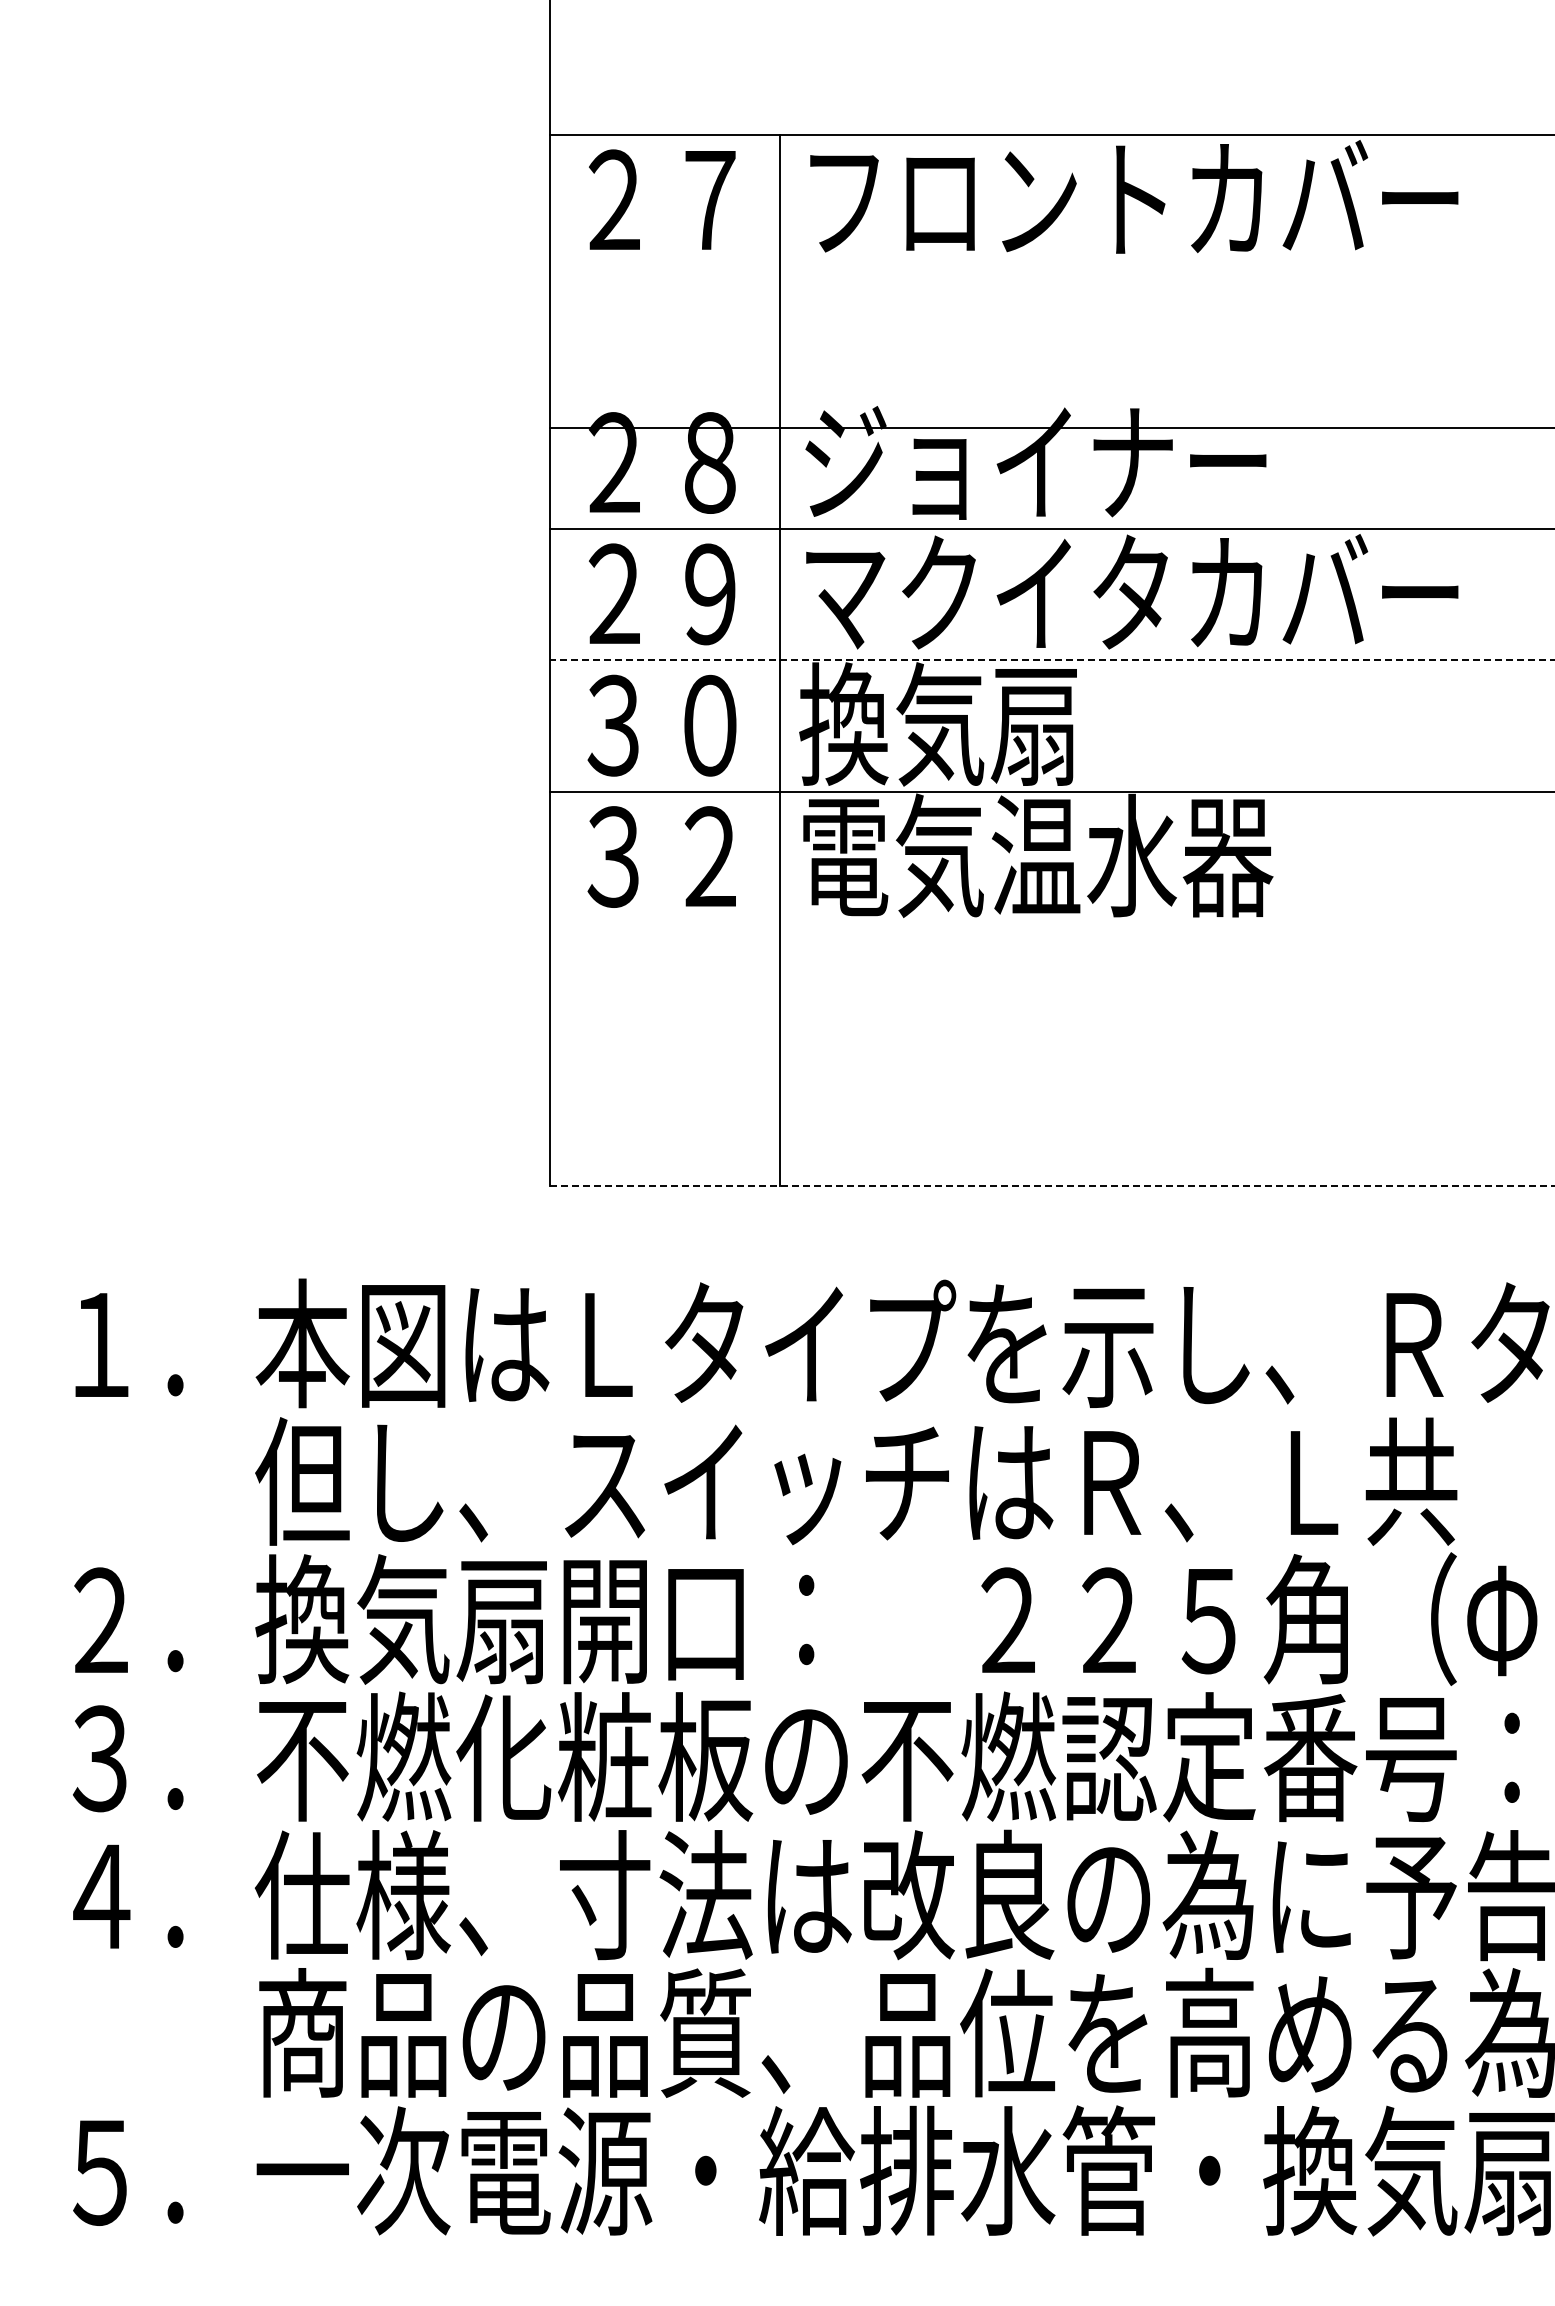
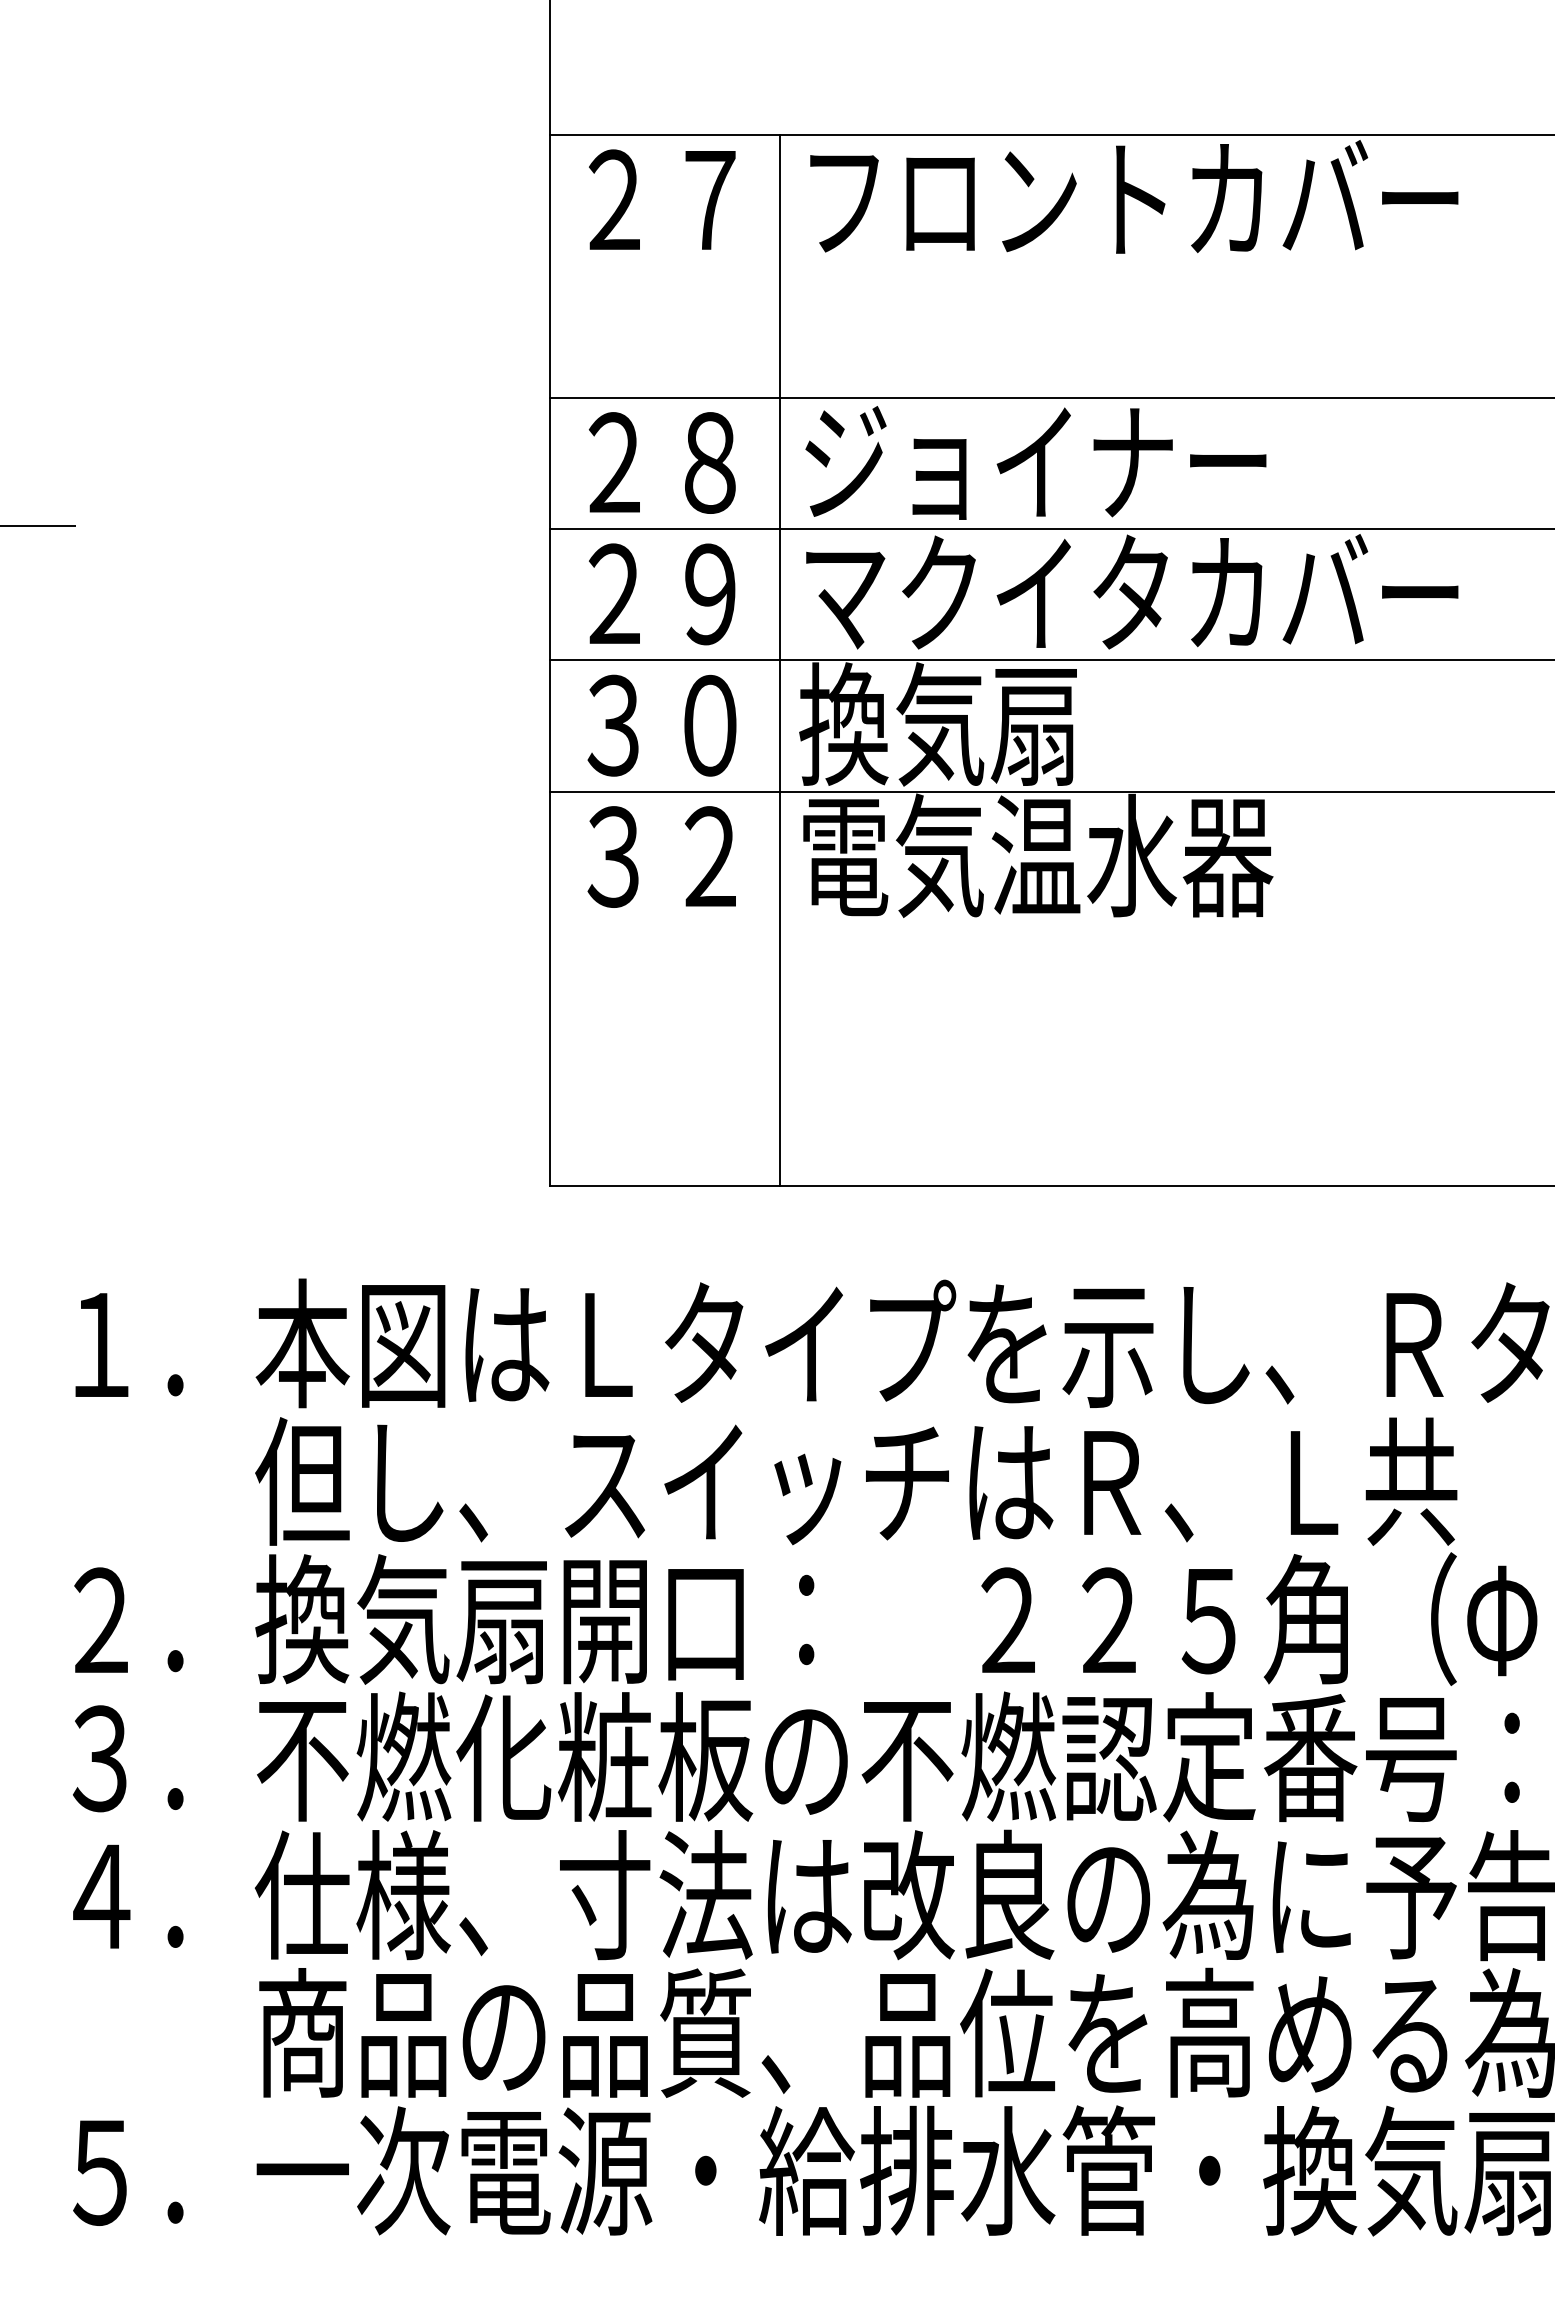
line at (1050, 427) position: (1050, 427) -> (1050, 397)
line at (39, 525): none -> present
line at (1051, 660): dashed -> solid
line at (1052, 1185): dashed -> solid
